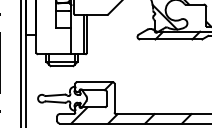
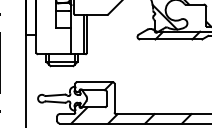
line at (20, 63): present -> none
